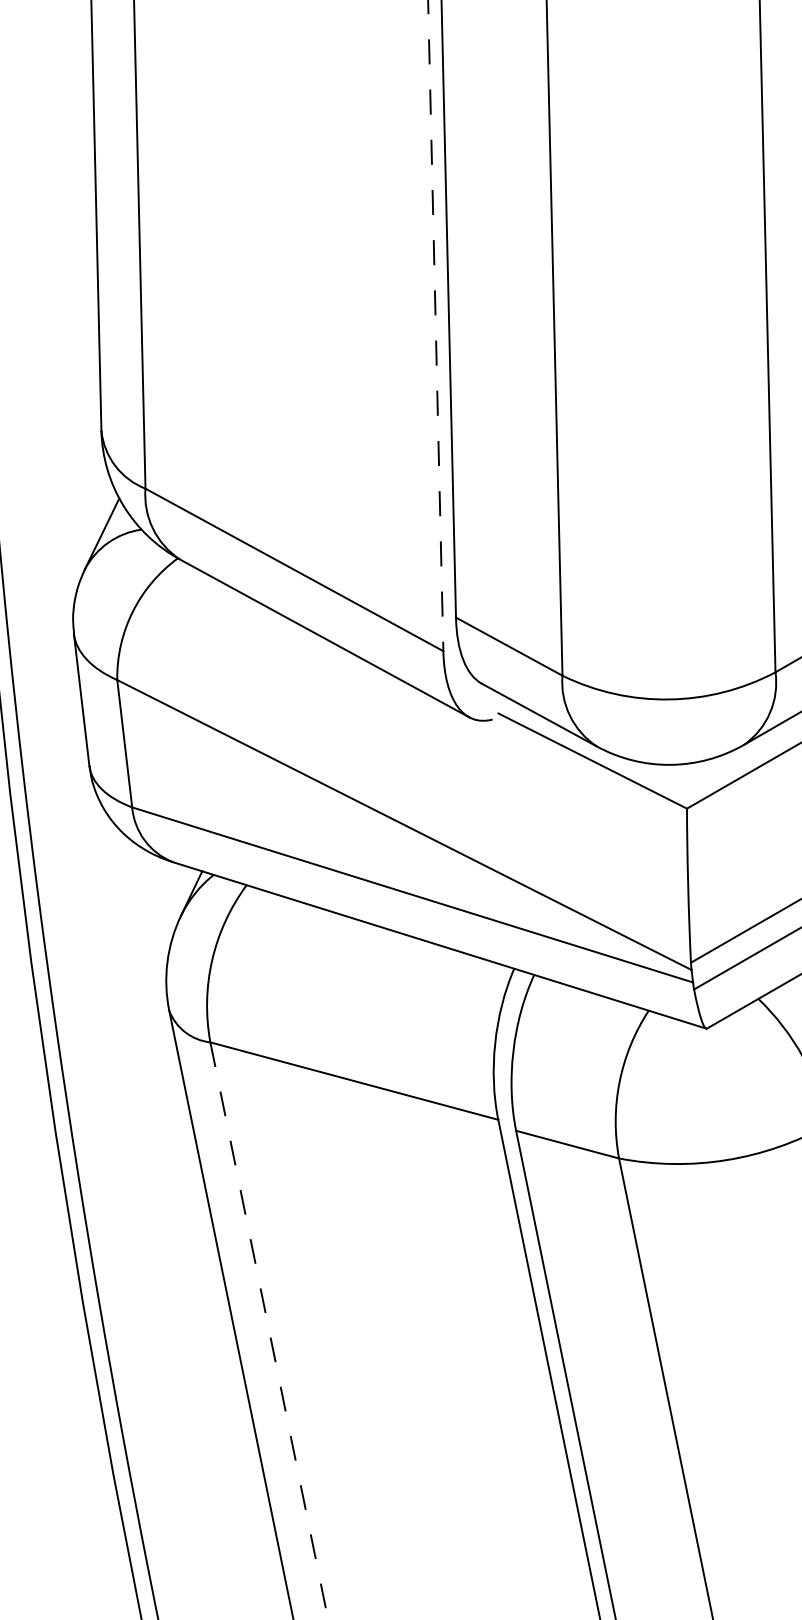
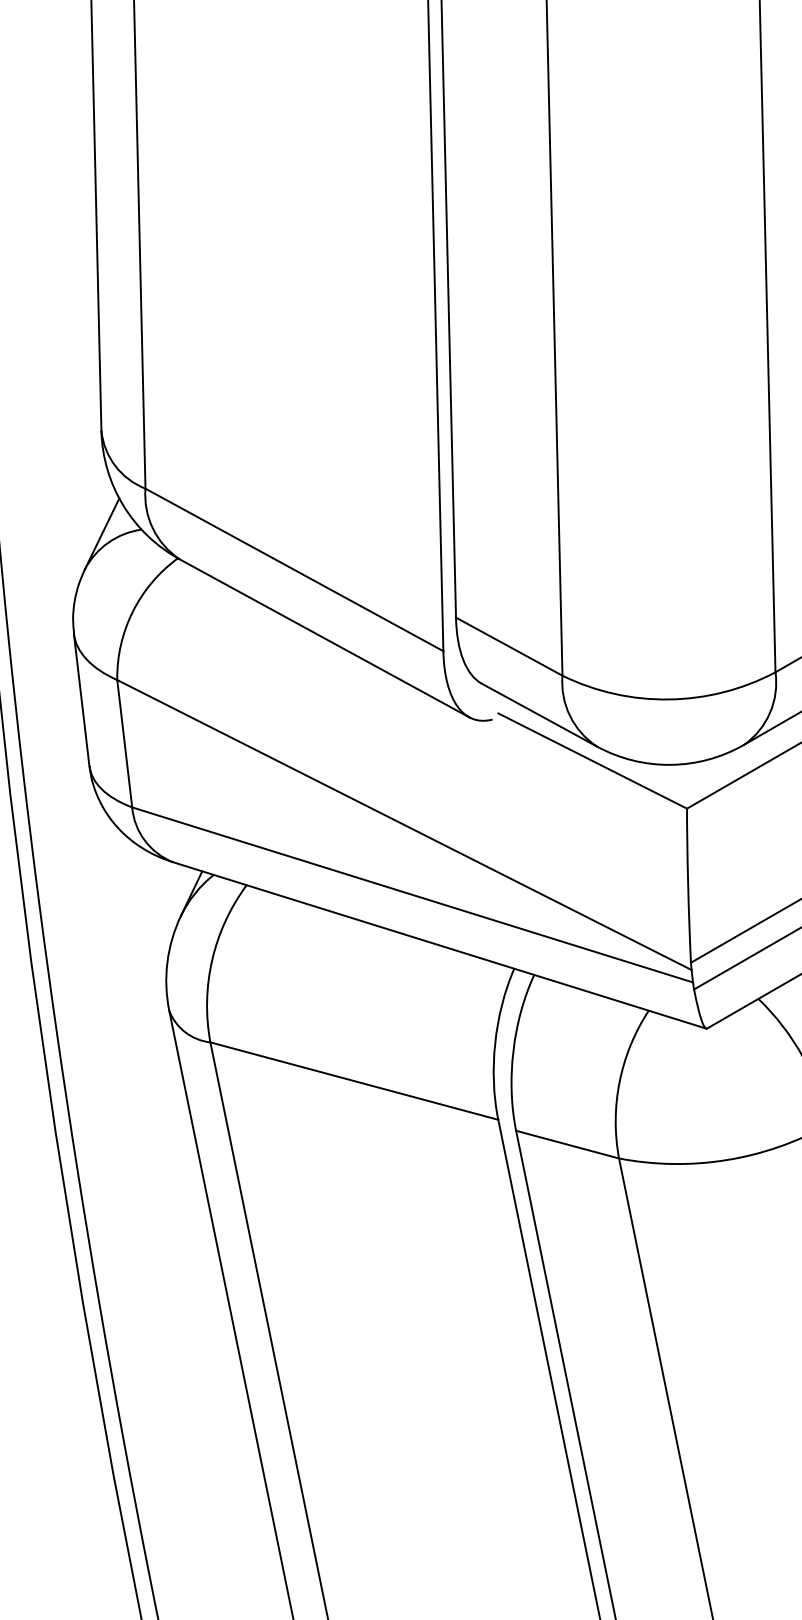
line at (435, 326): dashed -> solid
line at (269, 1331): dashed -> solid
